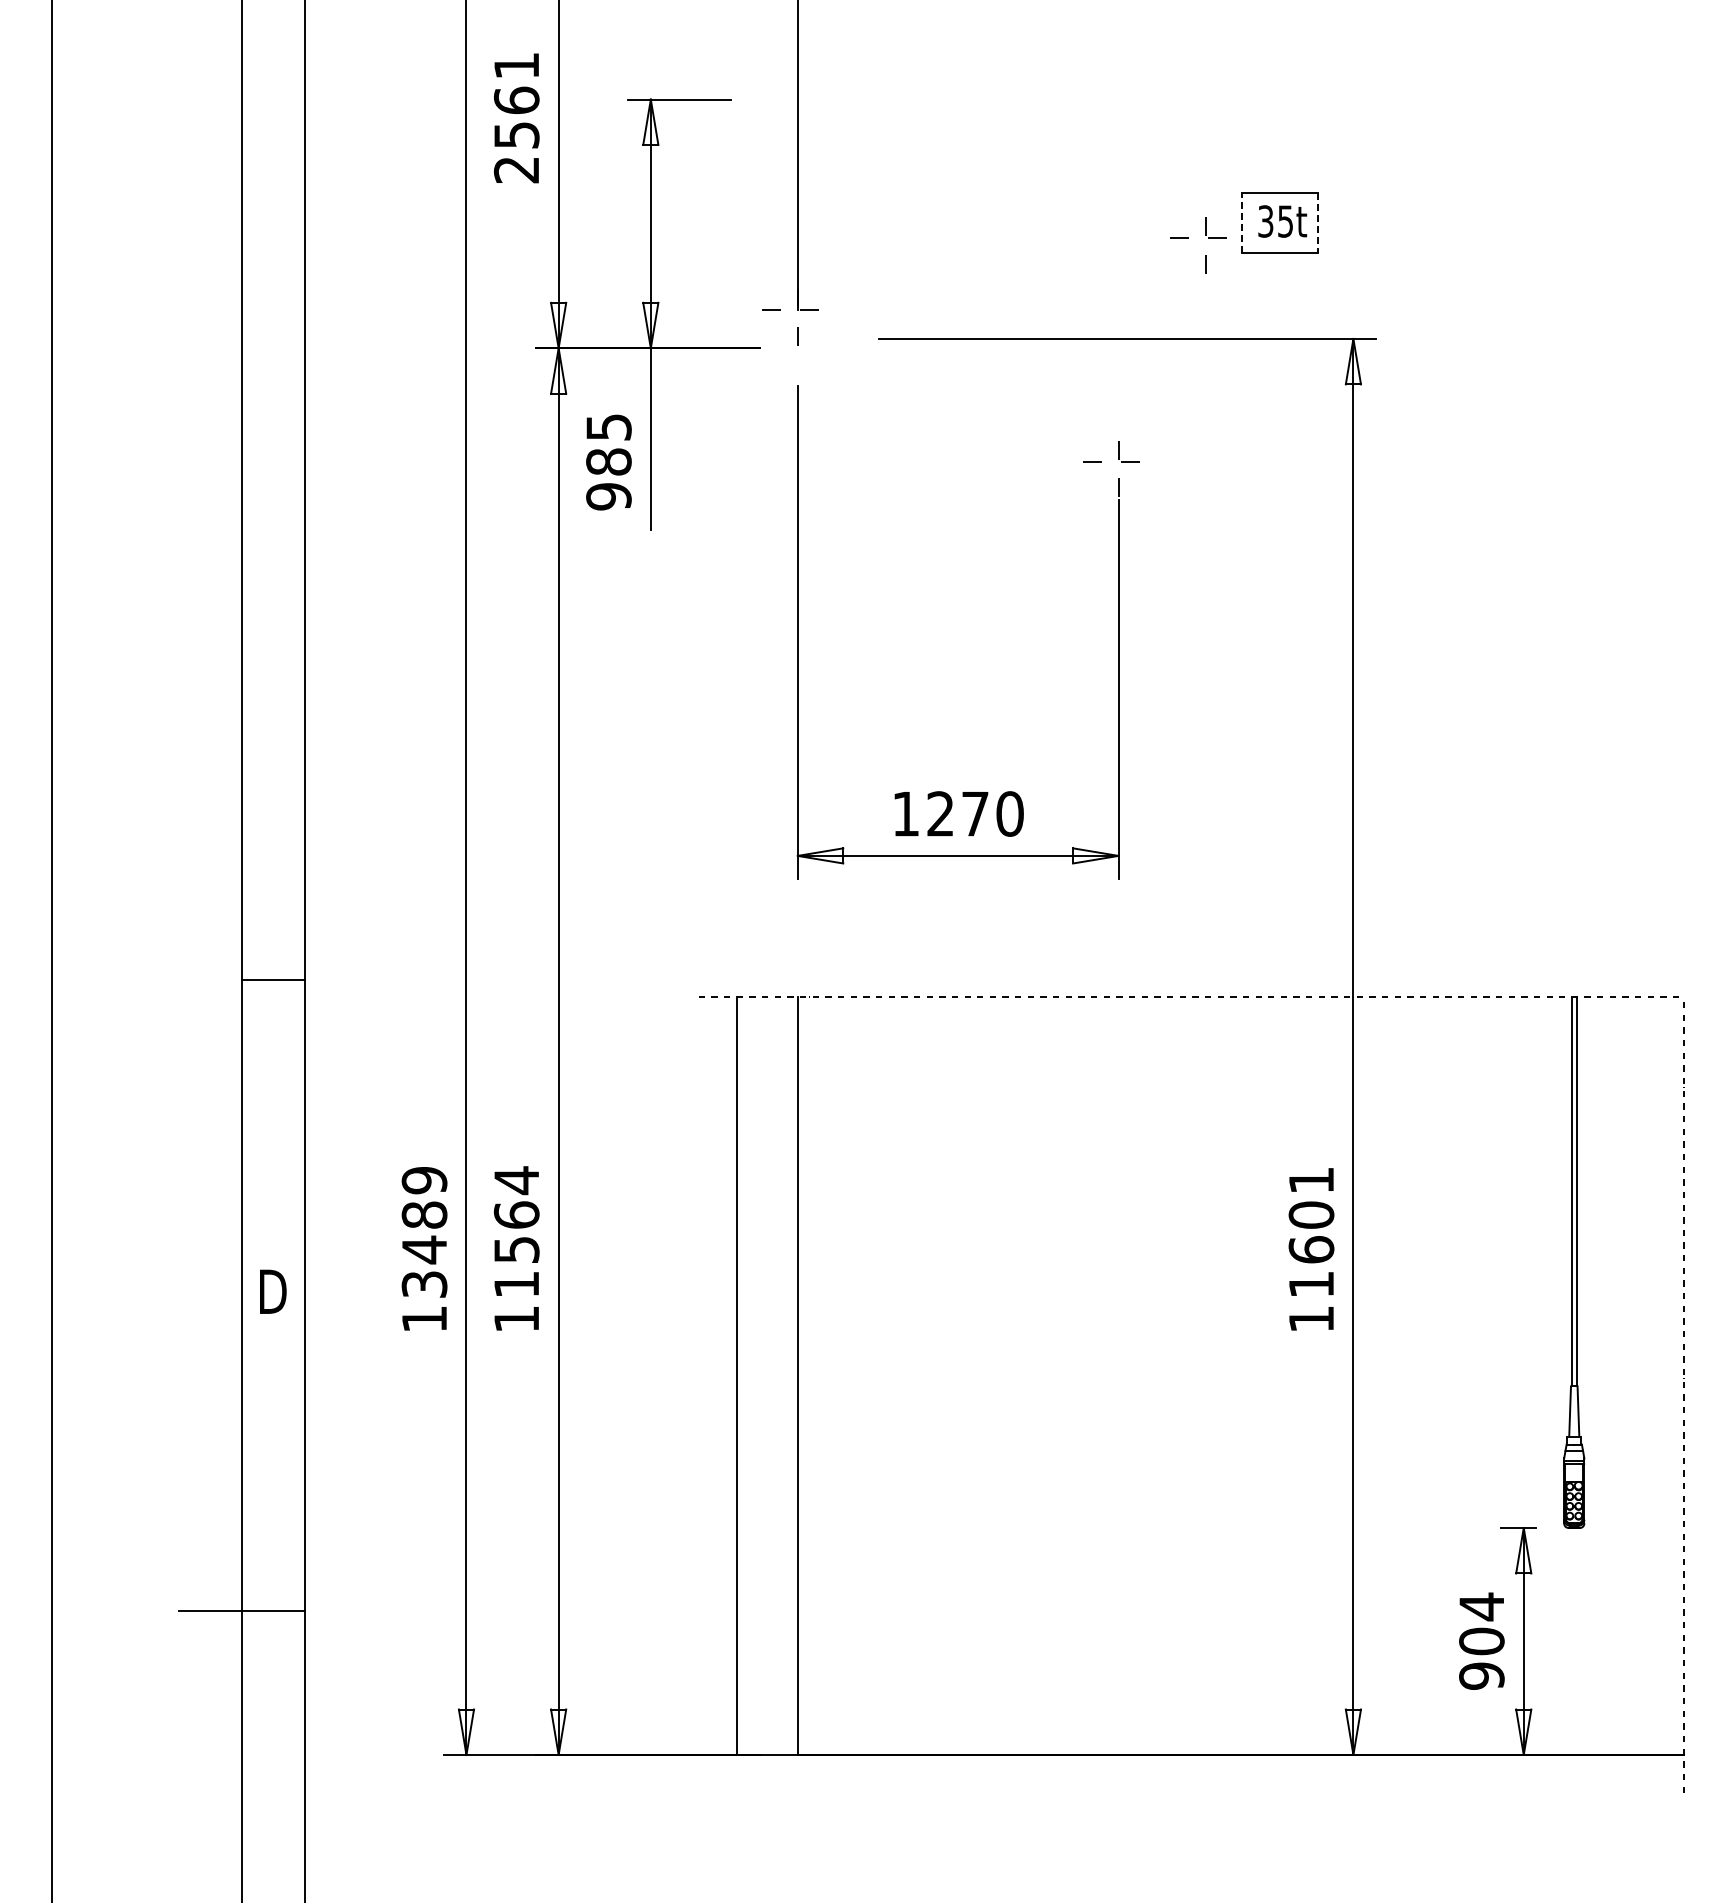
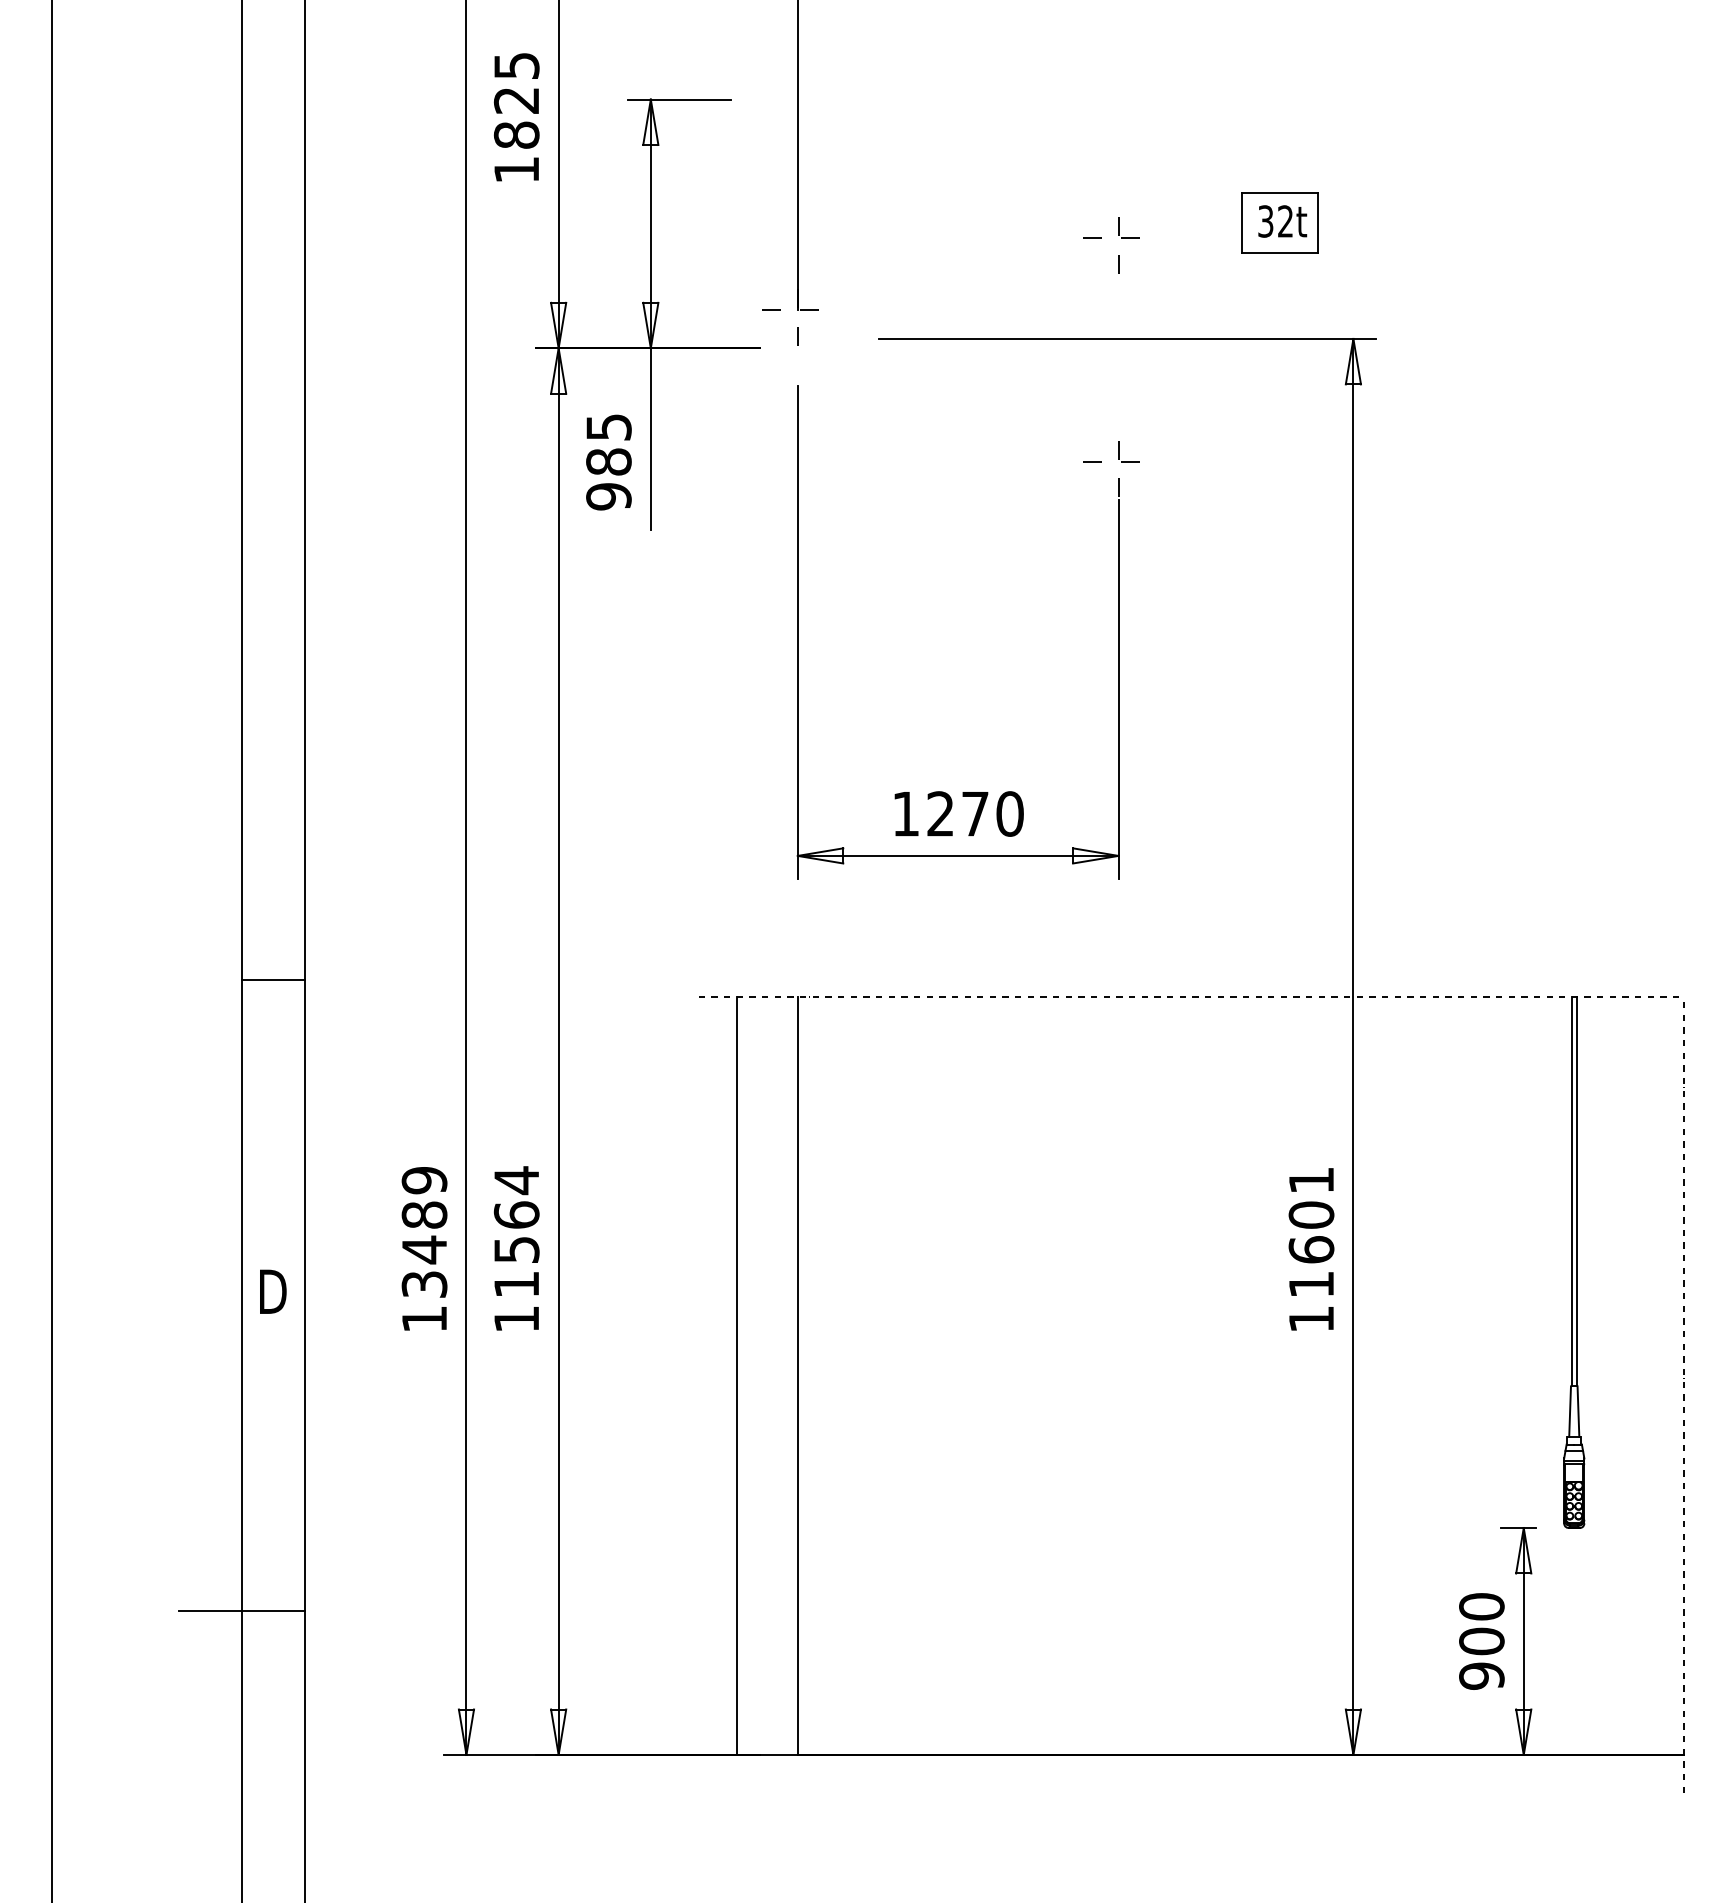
text at (516, 118): 2561 -> 1825
text at (1285, 221): 35t -> 32t
line at (1241, 223): dashed -> solid
line at (1318, 223): dashed -> solid
part at (1205, 235) position: (1205, 235) -> (1118, 235)
text at (1481, 1606): 904 -> 900
